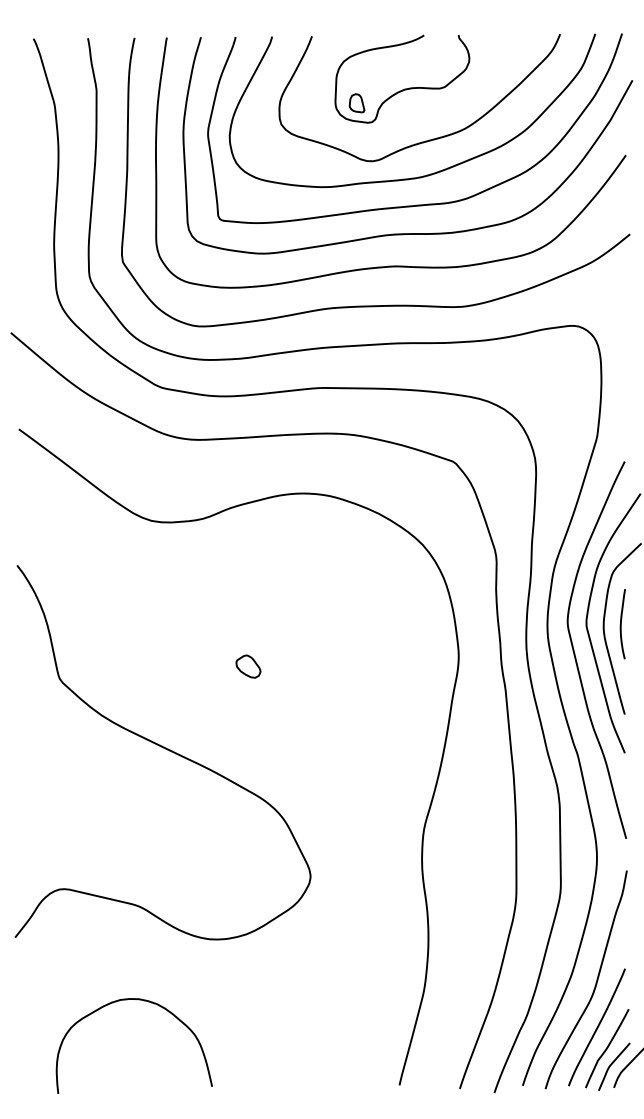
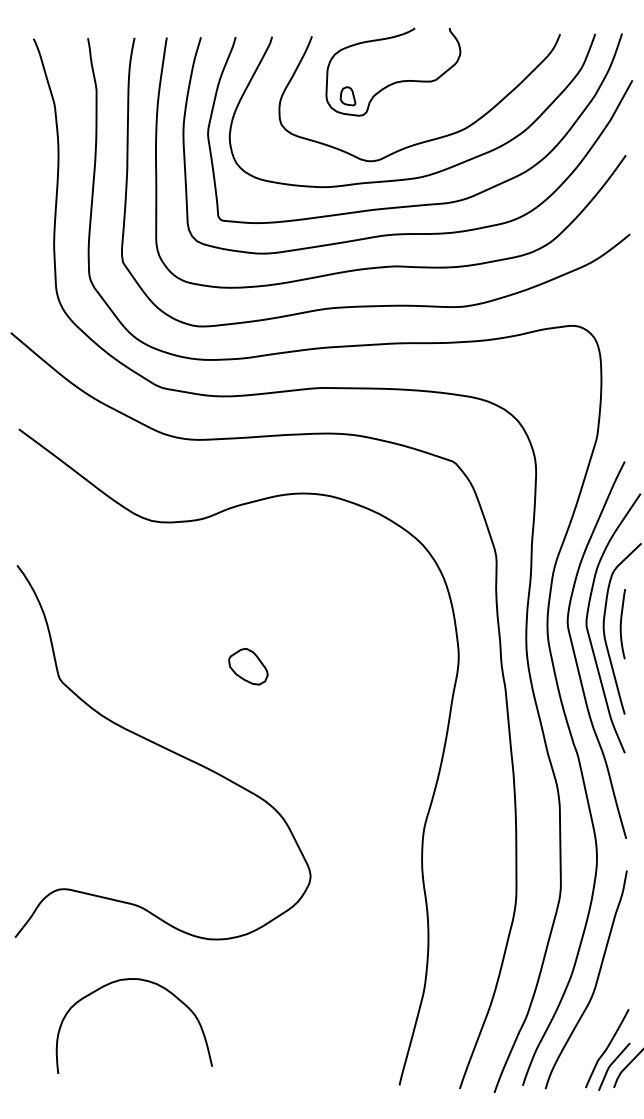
part at (404, 88) position: (404, 88) -> (395, 81)
part at (248, 666) size: 27x25 px -> 41x38 px
curve at (143, 1001) position: (143, 1001) -> (143, 981)
curve at (596, 1027): present -> none
